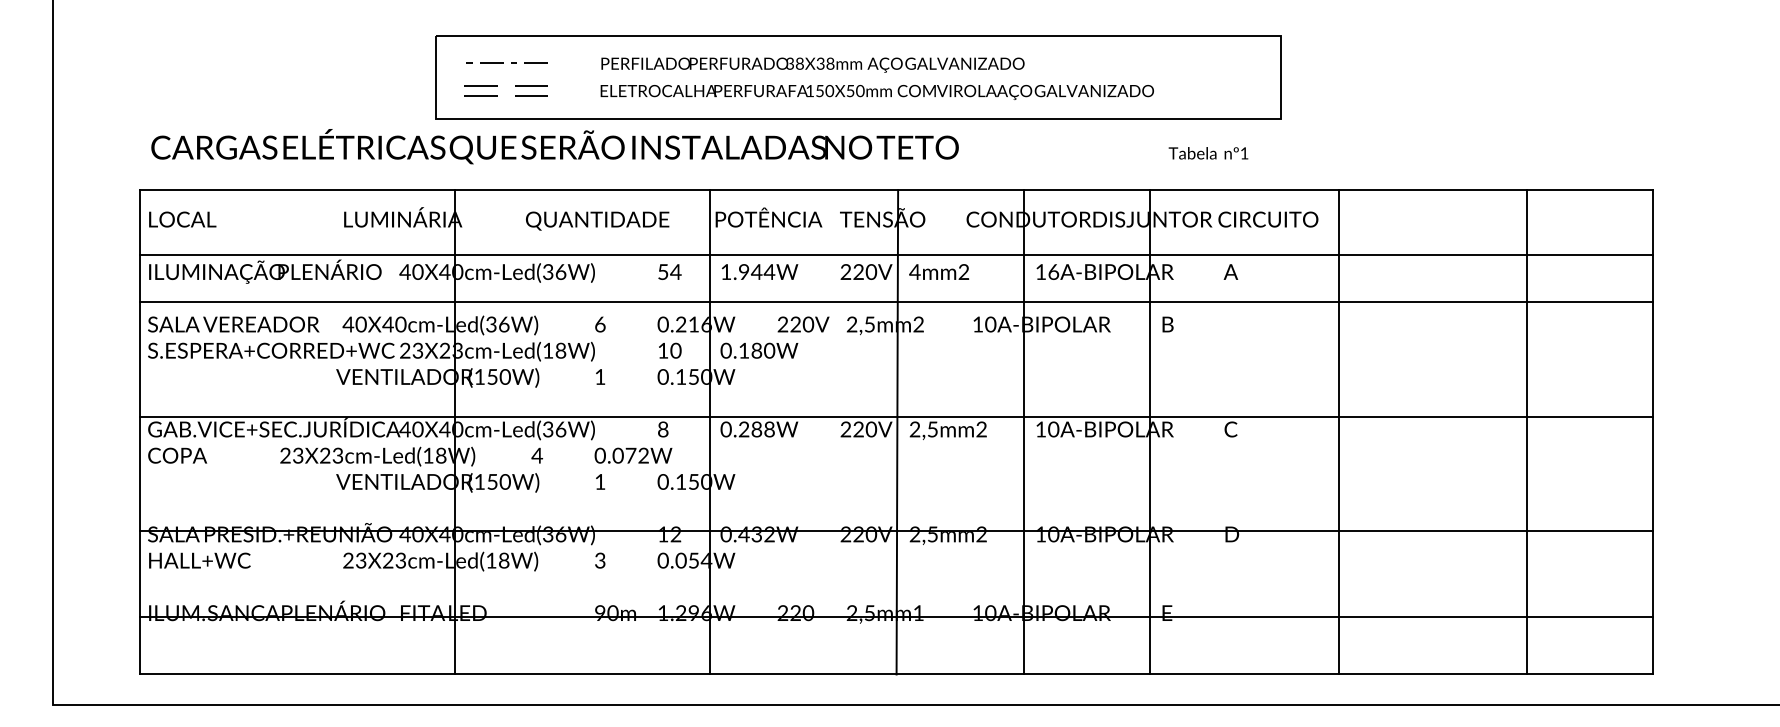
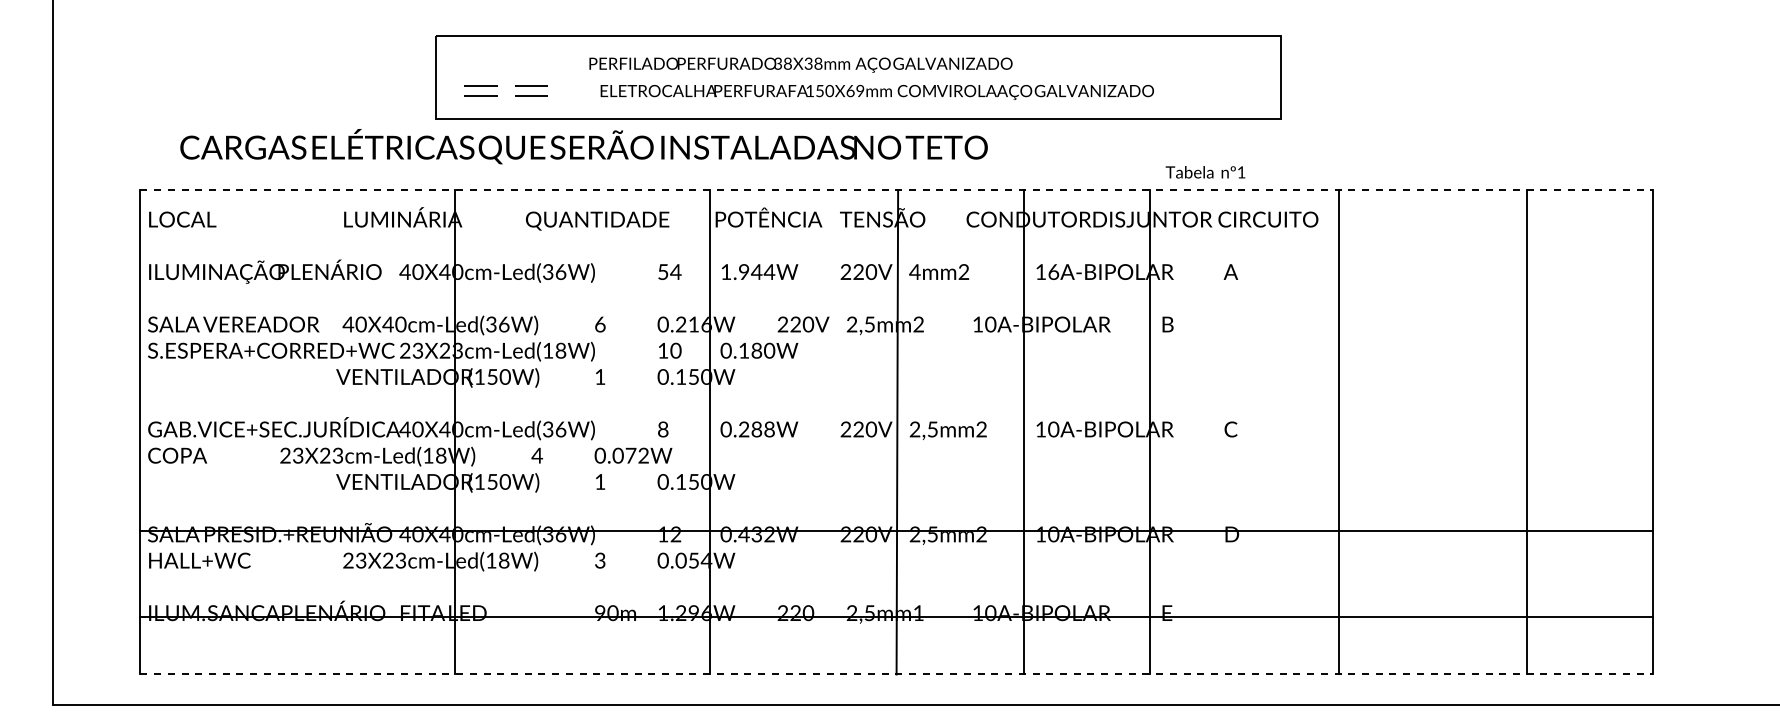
line at (503, 62): present -> none
text at (812, 64) position: (812, 64) -> (800, 64)
text at (855, 91): 150X50mm -> 150X69mm
text at (554, 146) position: (554, 146) -> (583, 146)
text at (1208, 153) position: (1208, 153) -> (1205, 172)
line at (897, 190): solid -> dashed
line at (896, 255): present -> none
line at (896, 302): present -> none
line at (896, 416): present -> none
line at (897, 674): solid -> dashed
